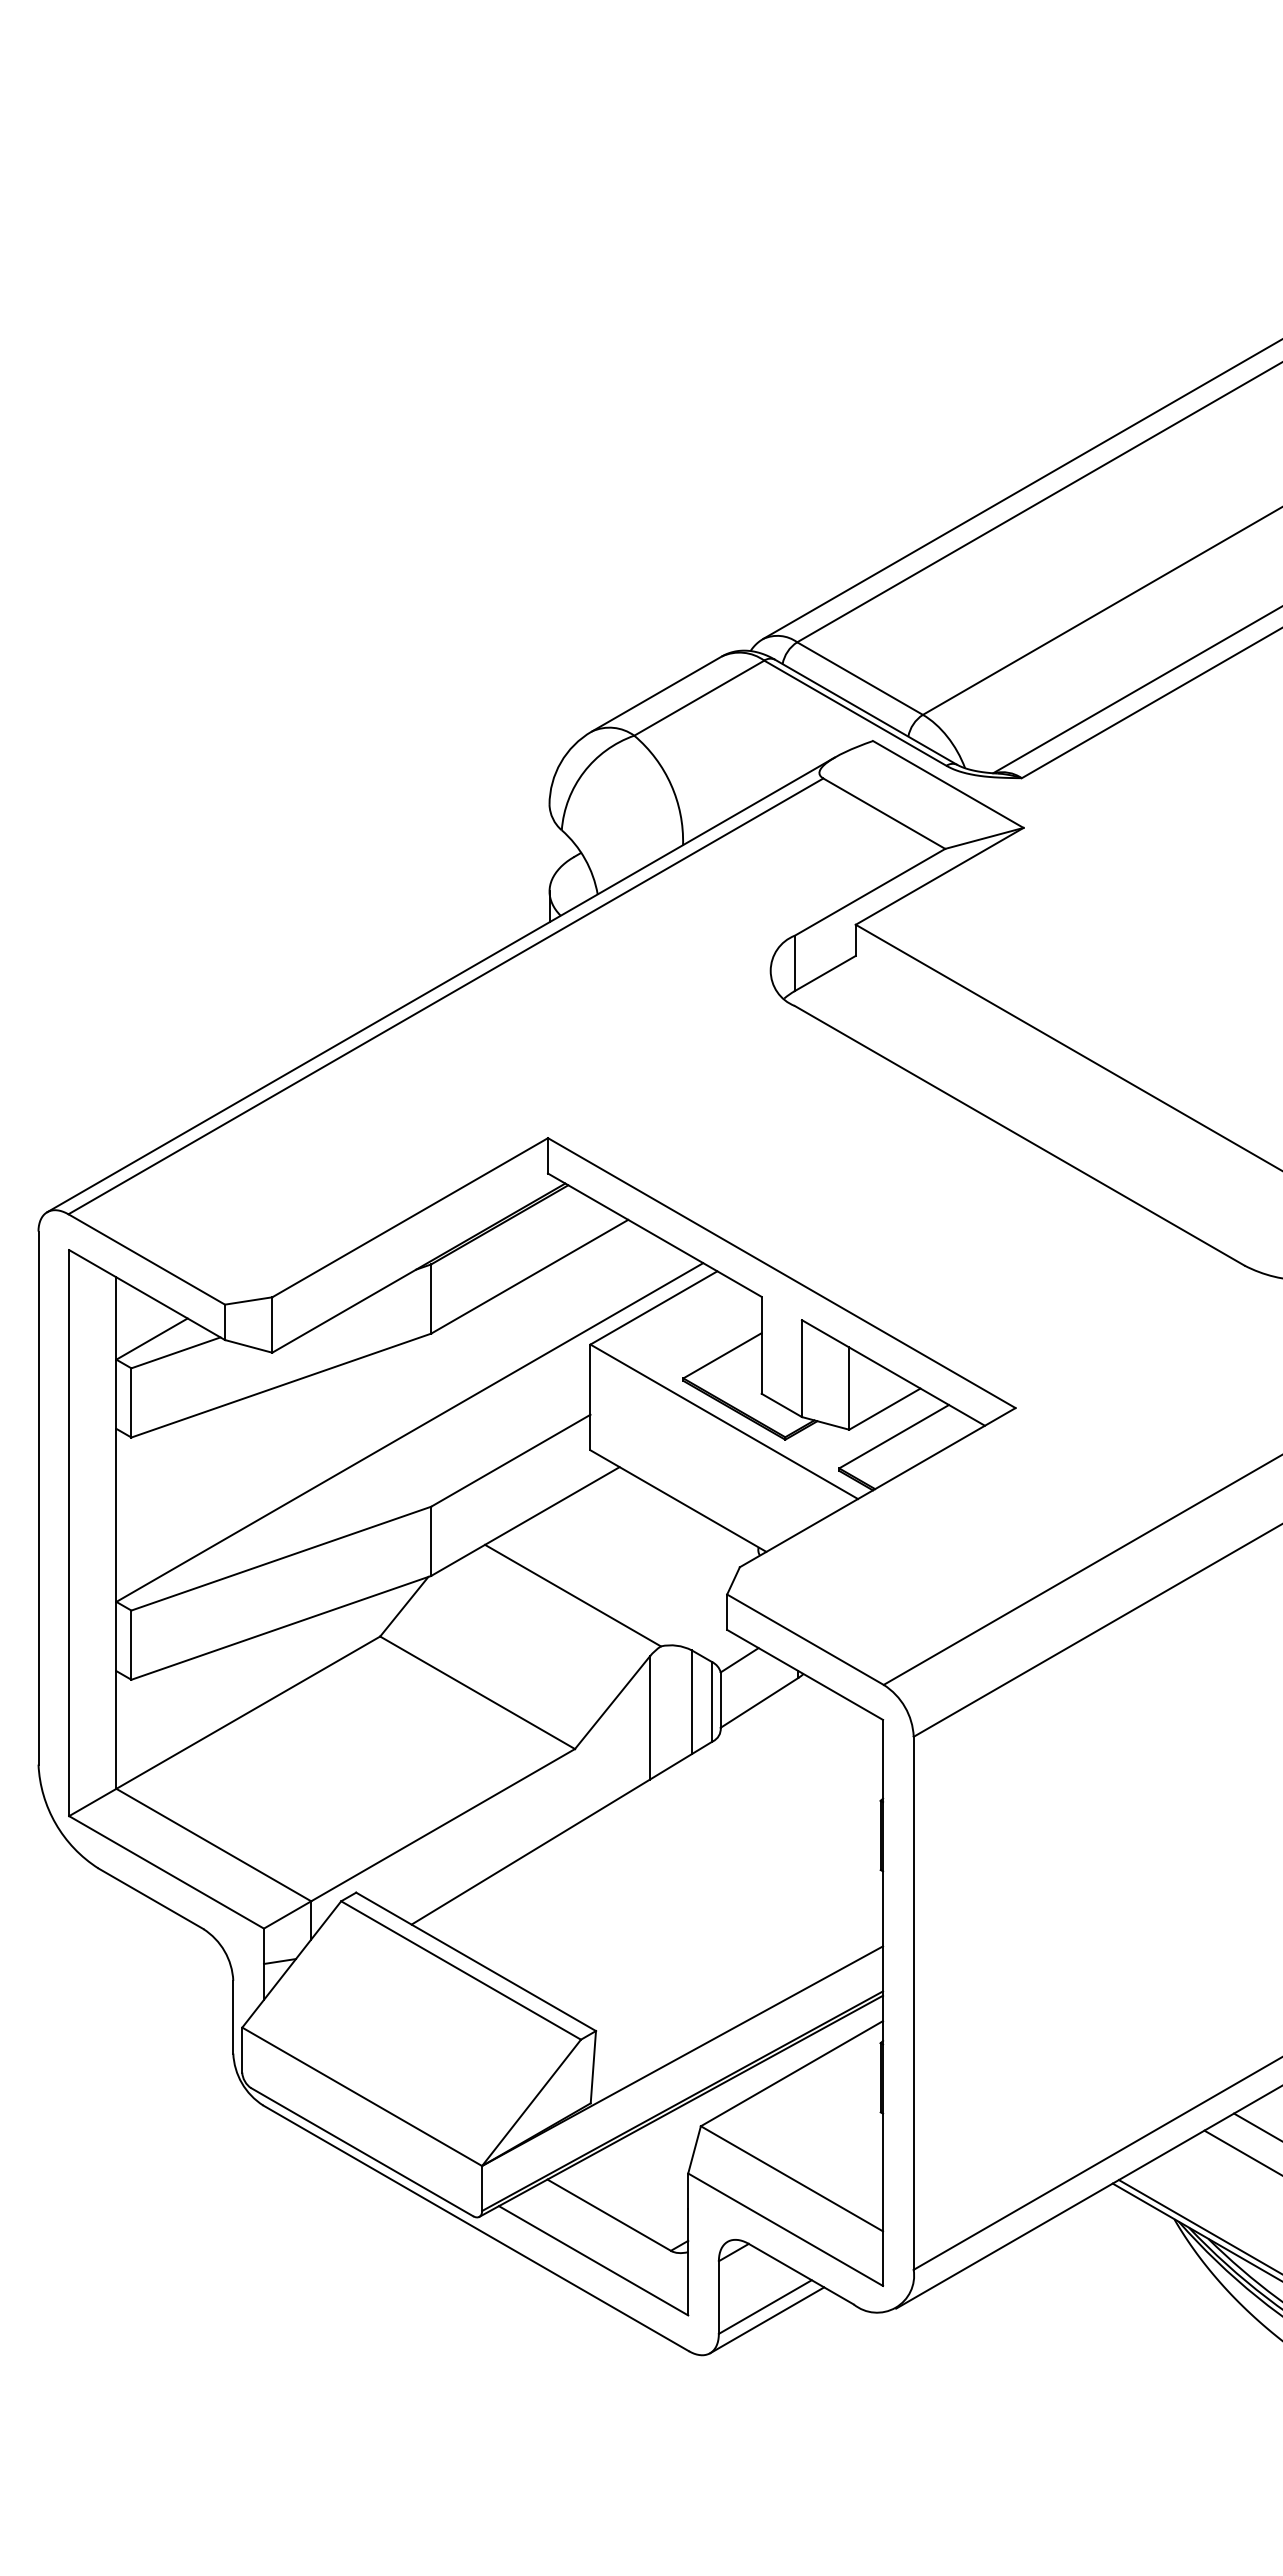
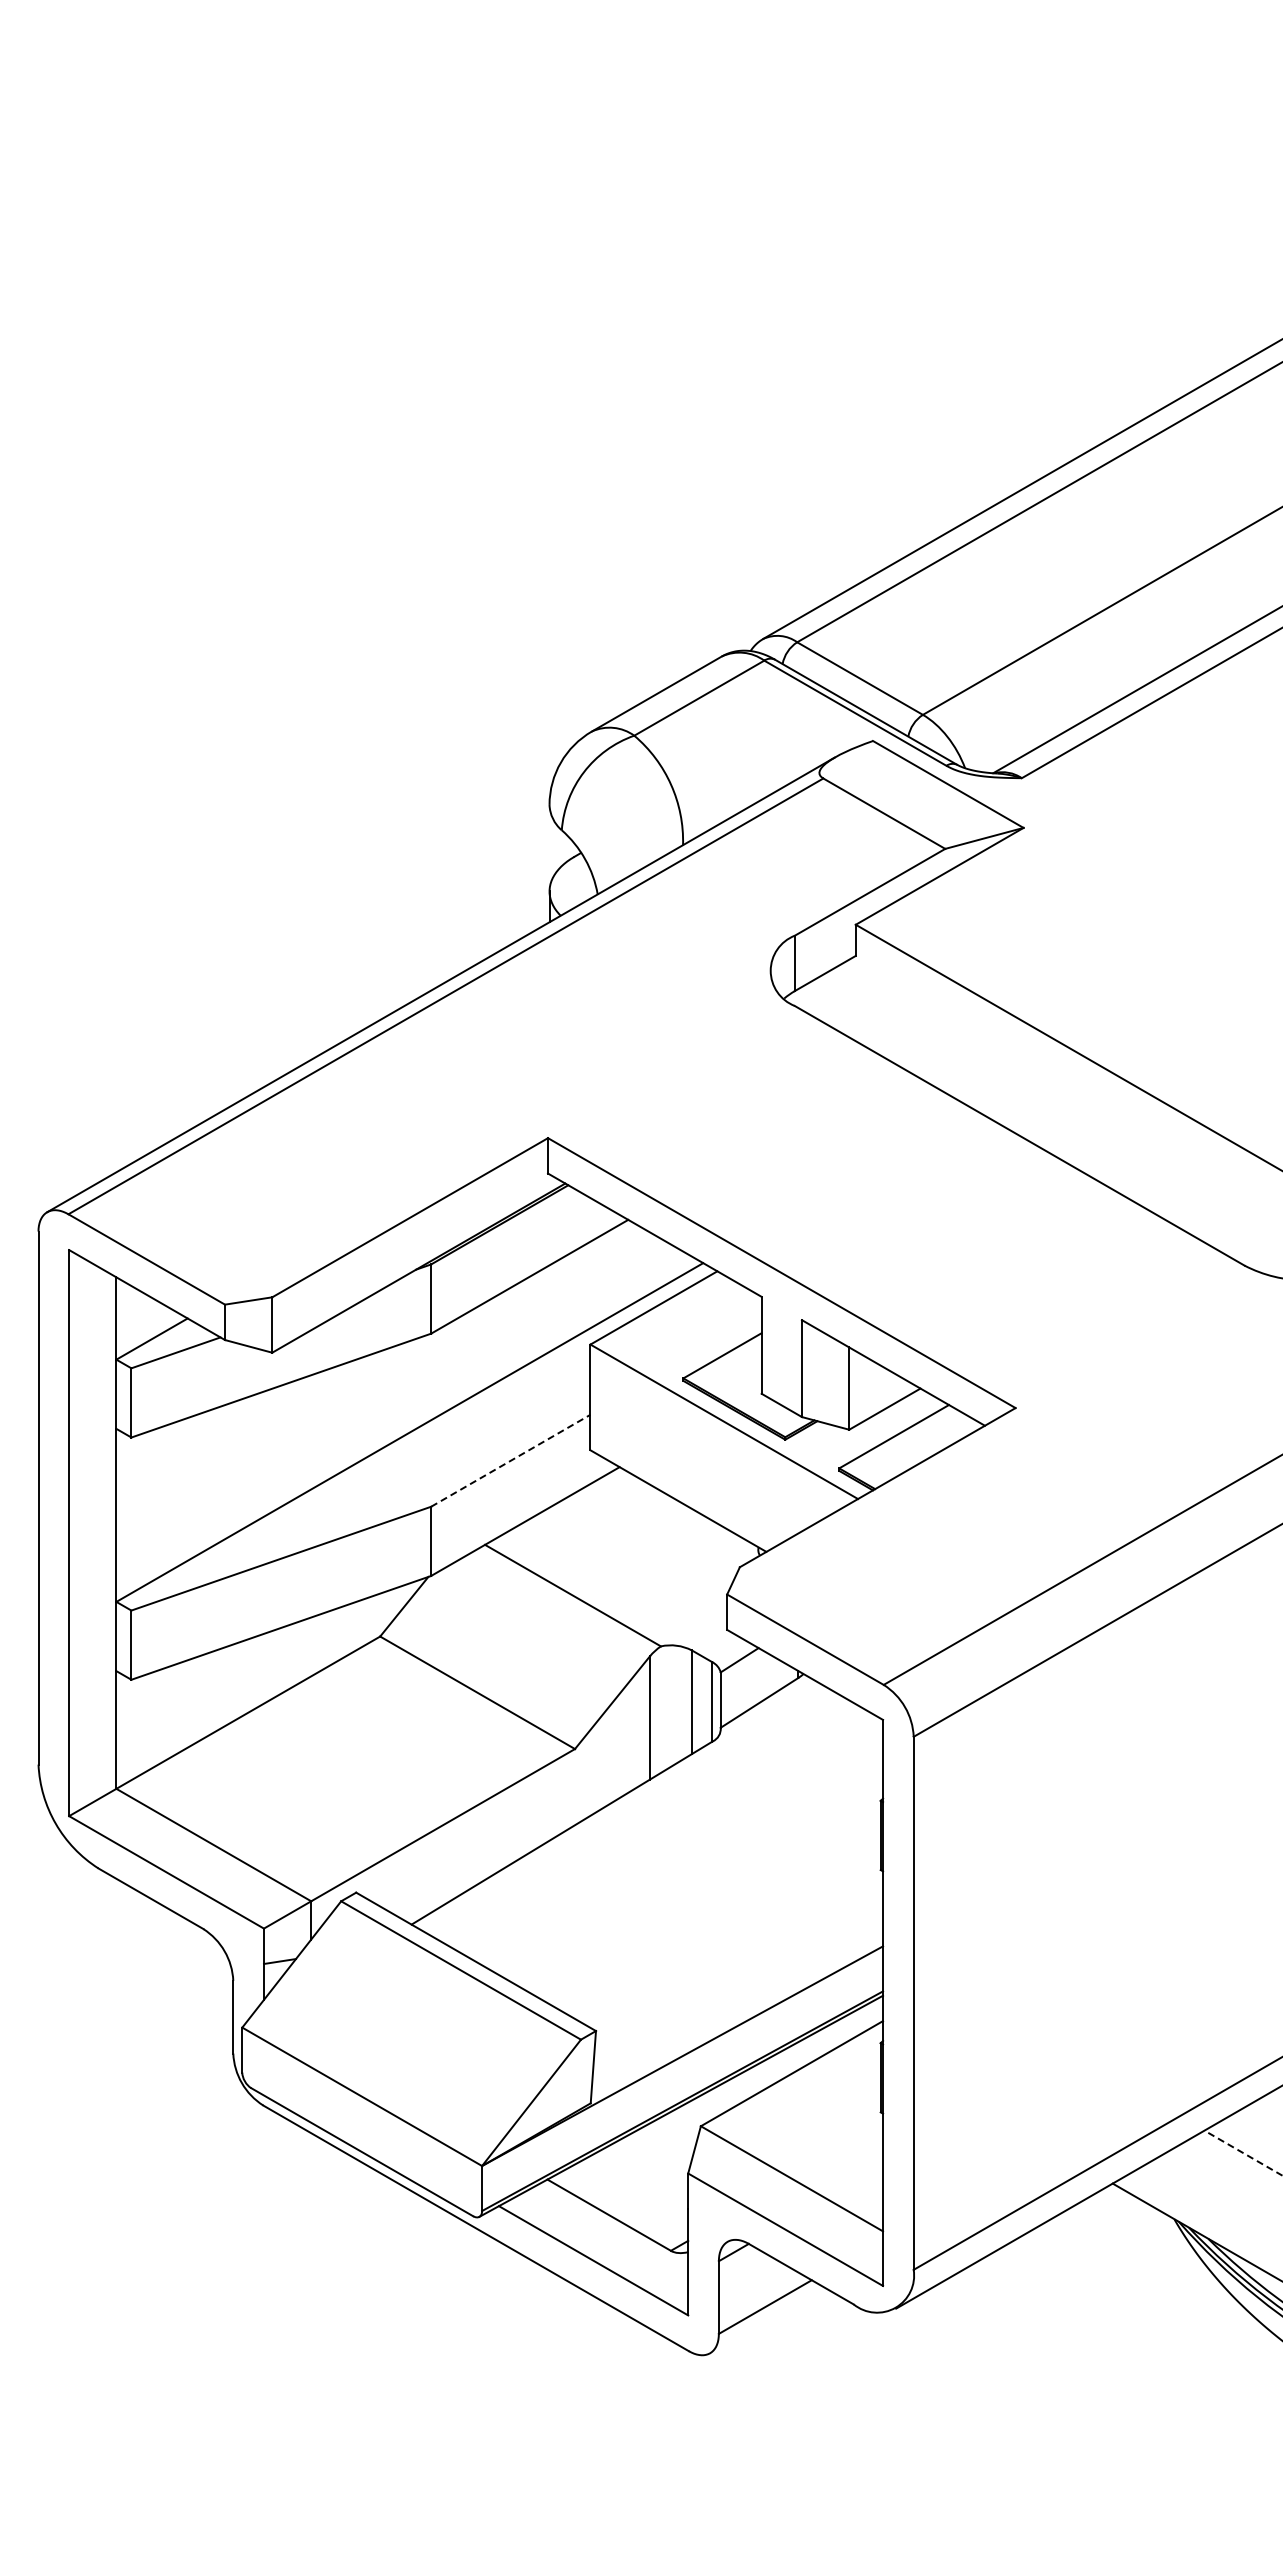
line at (510, 1460): solid -> dashed
line at (1256, 2126): present -> none
line at (1243, 2153): solid -> dashed
line at (1198, 2226): present -> none
line at (767, 2320): present -> none
